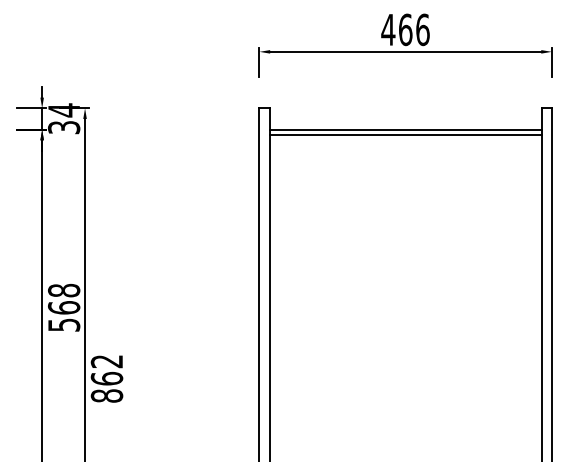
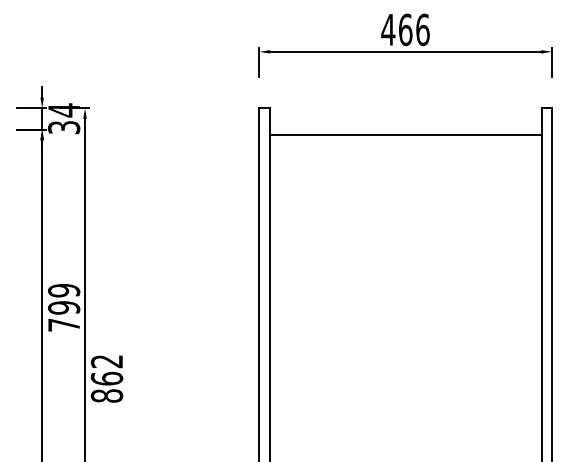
line at (405, 129): present -> none
text at (63, 307): 568 -> 799
